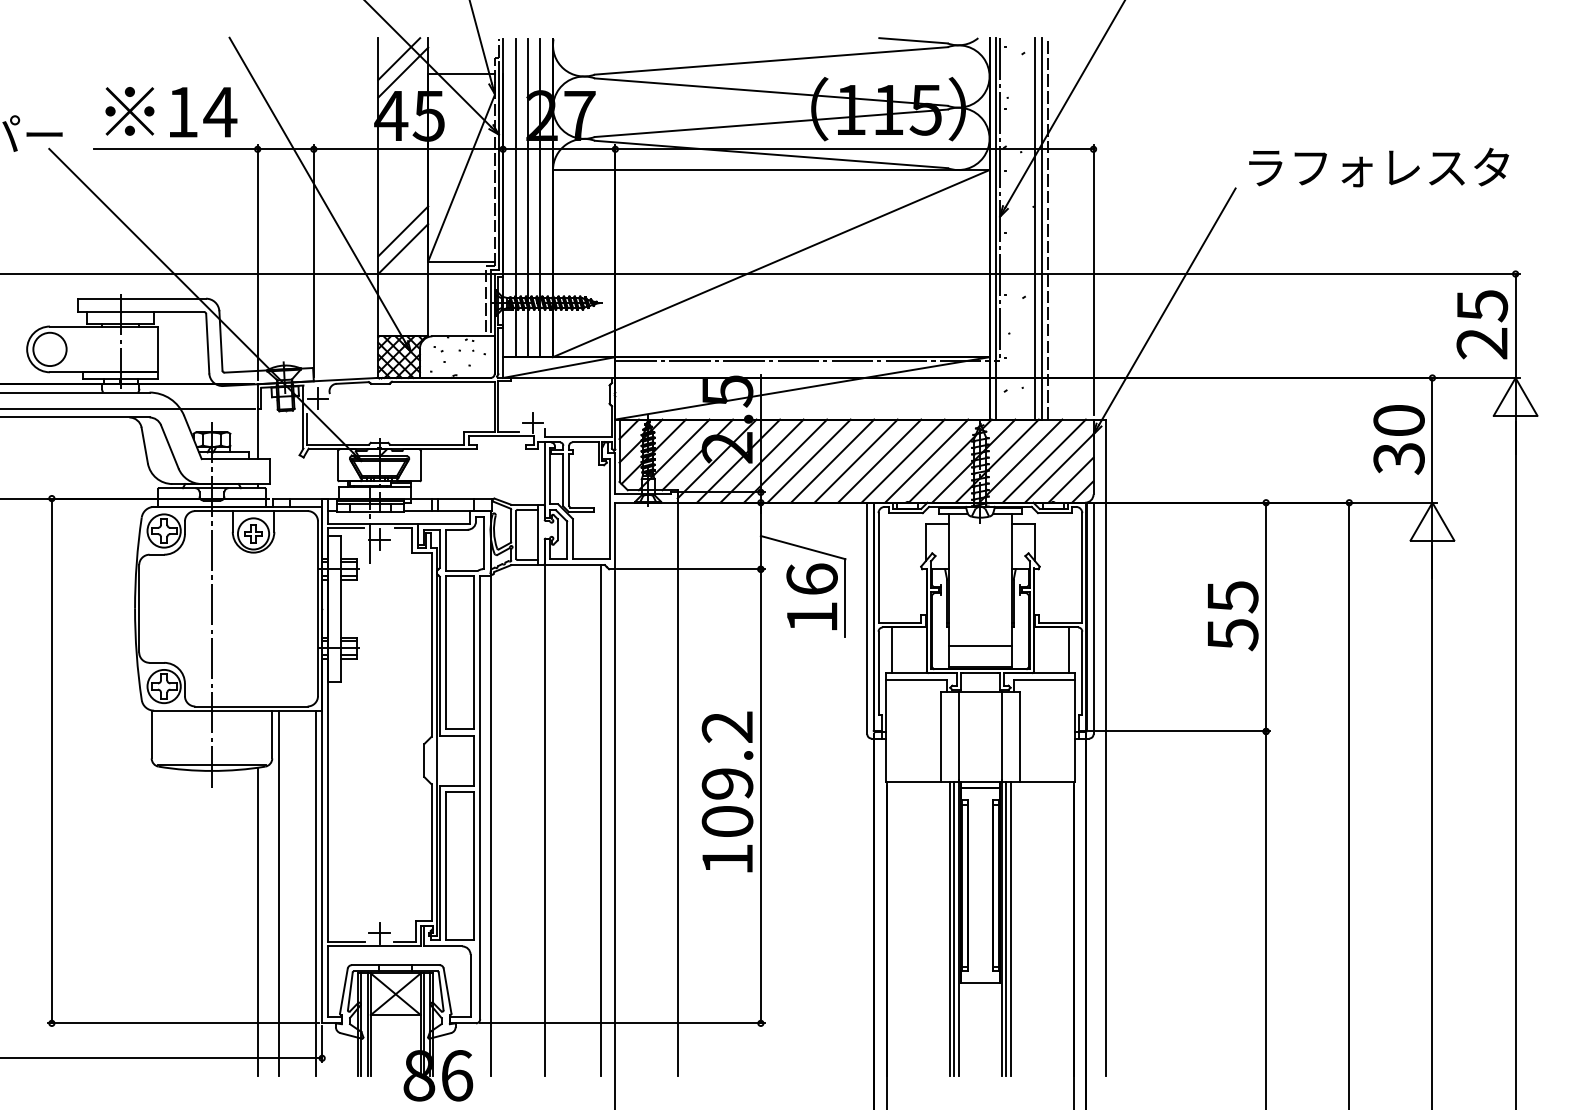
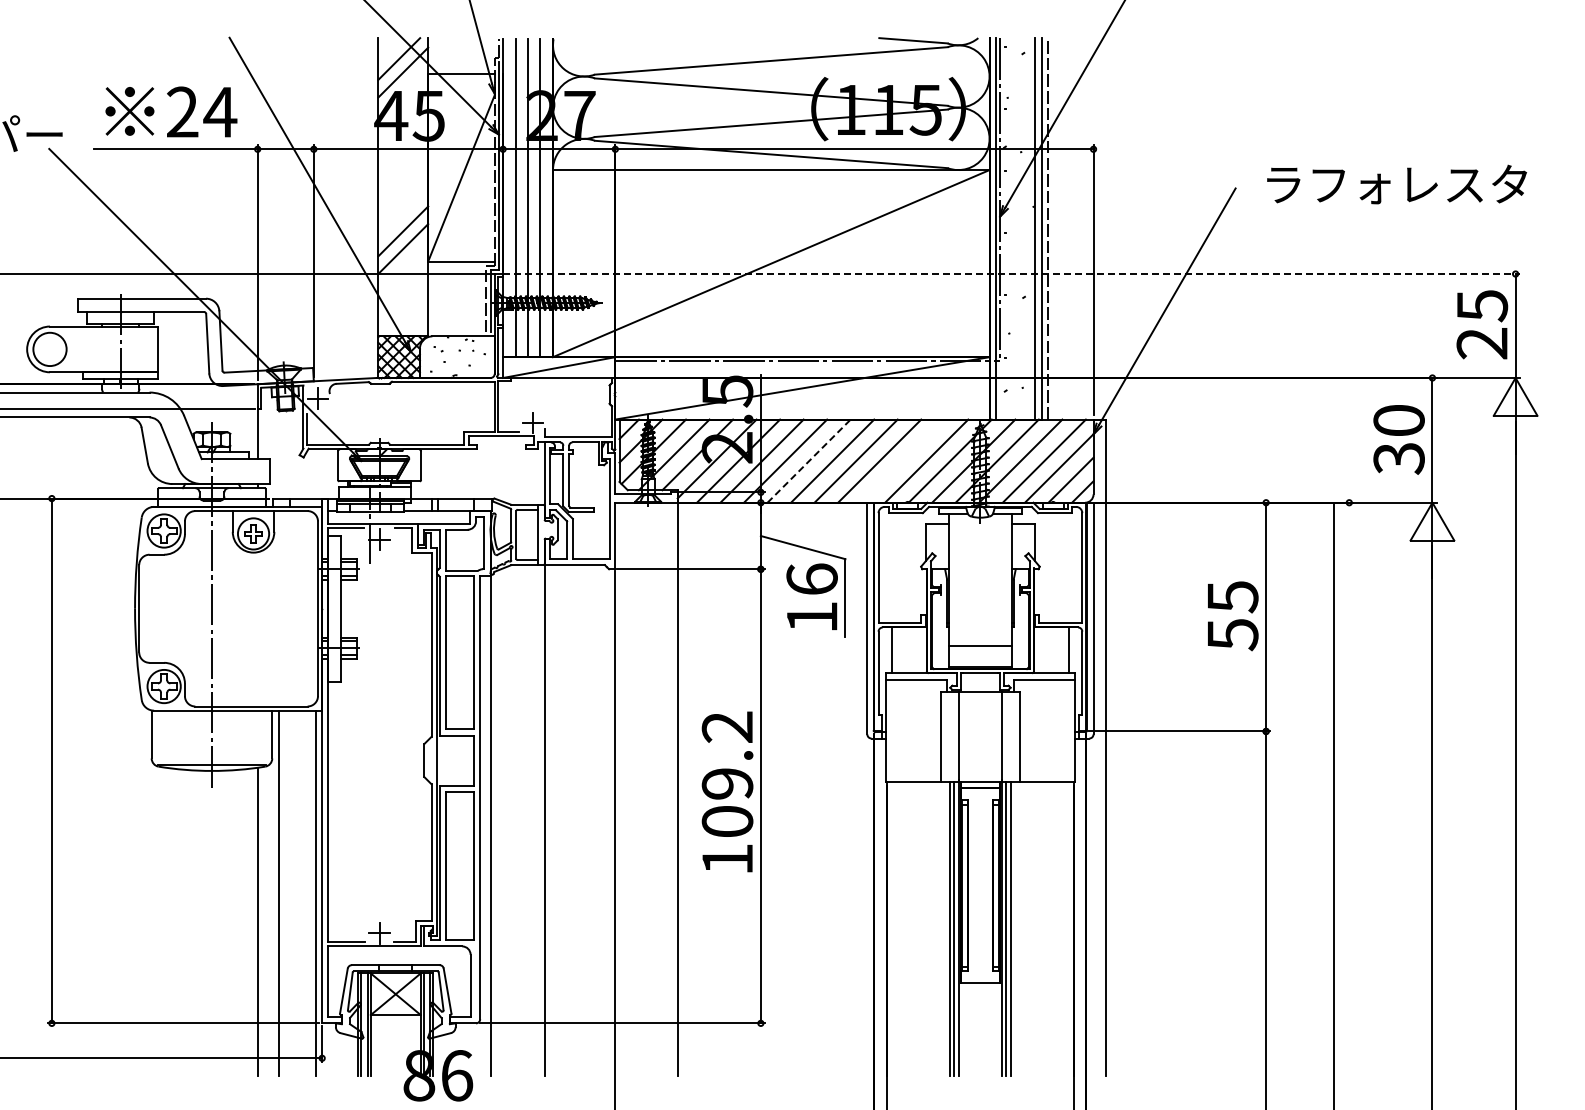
text at (182, 111): 14 -> 24
text at (1378, 167) position: (1378, 167) -> (1396, 184)
line at (1011, 274): solid -> dashed
line at (902, 460): present -> none
line at (809, 461): solid -> dashed
line at (1349, 804) position: (1349, 804) -> (1334, 804)
line at (600, 820): present -> none
